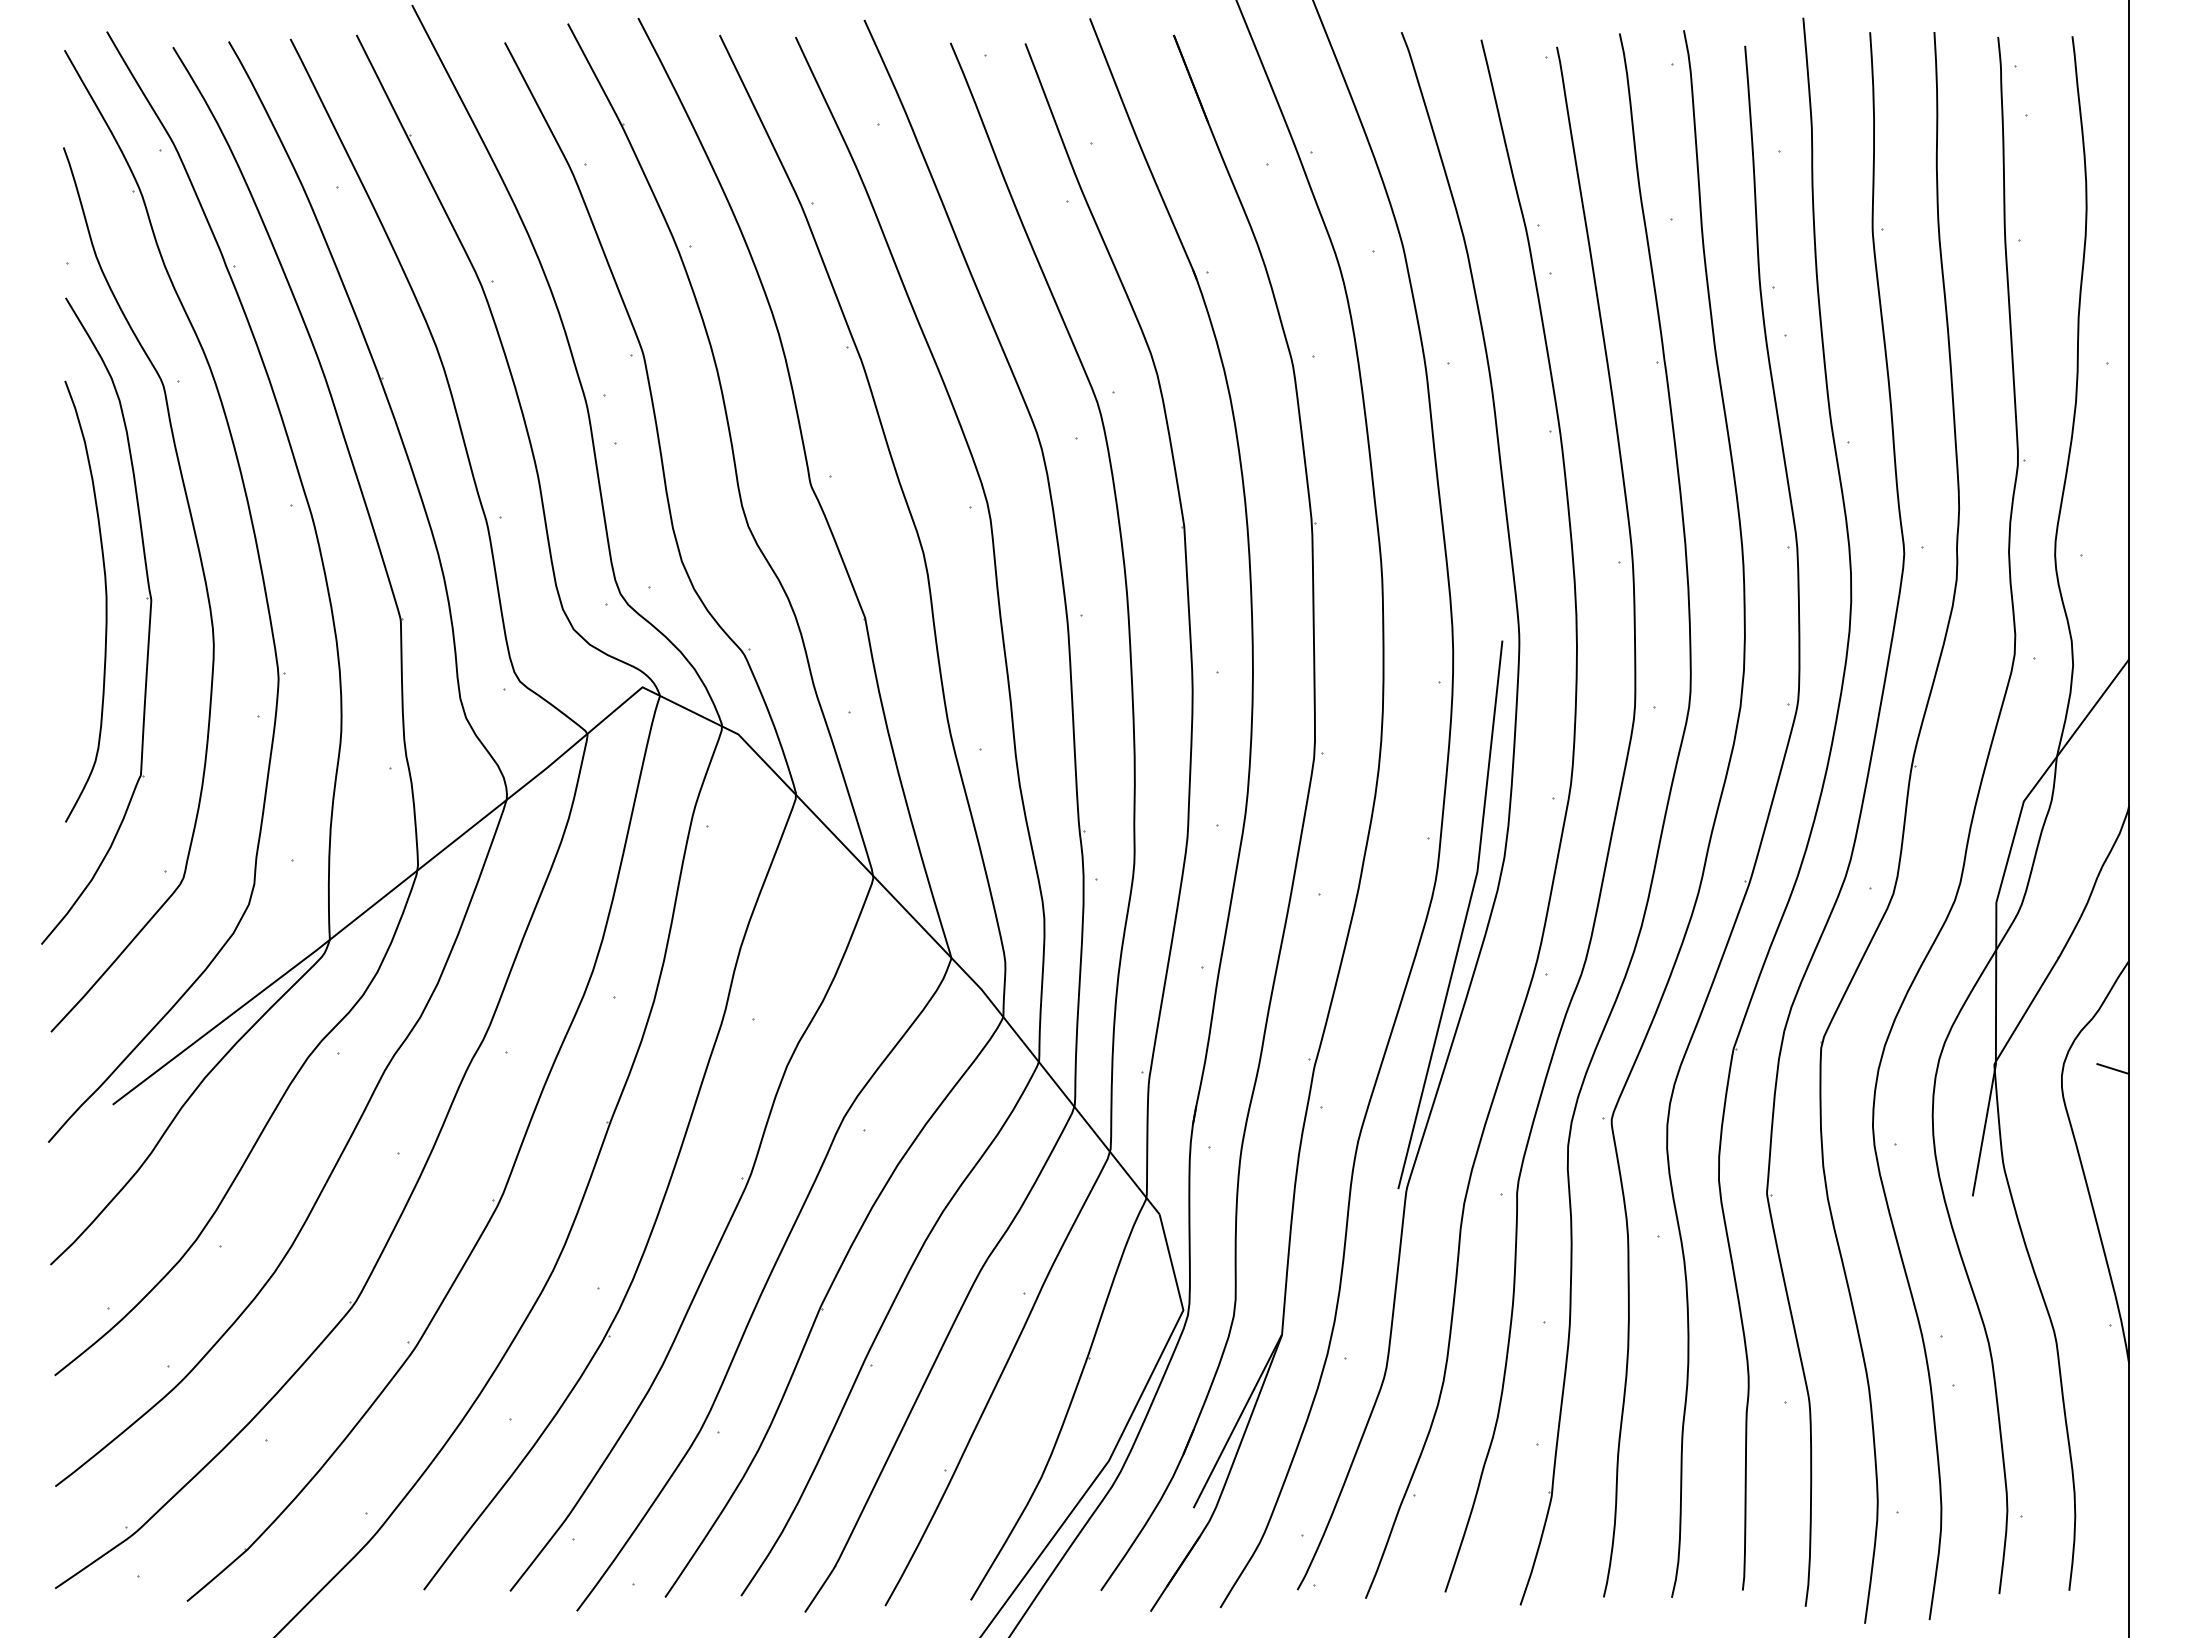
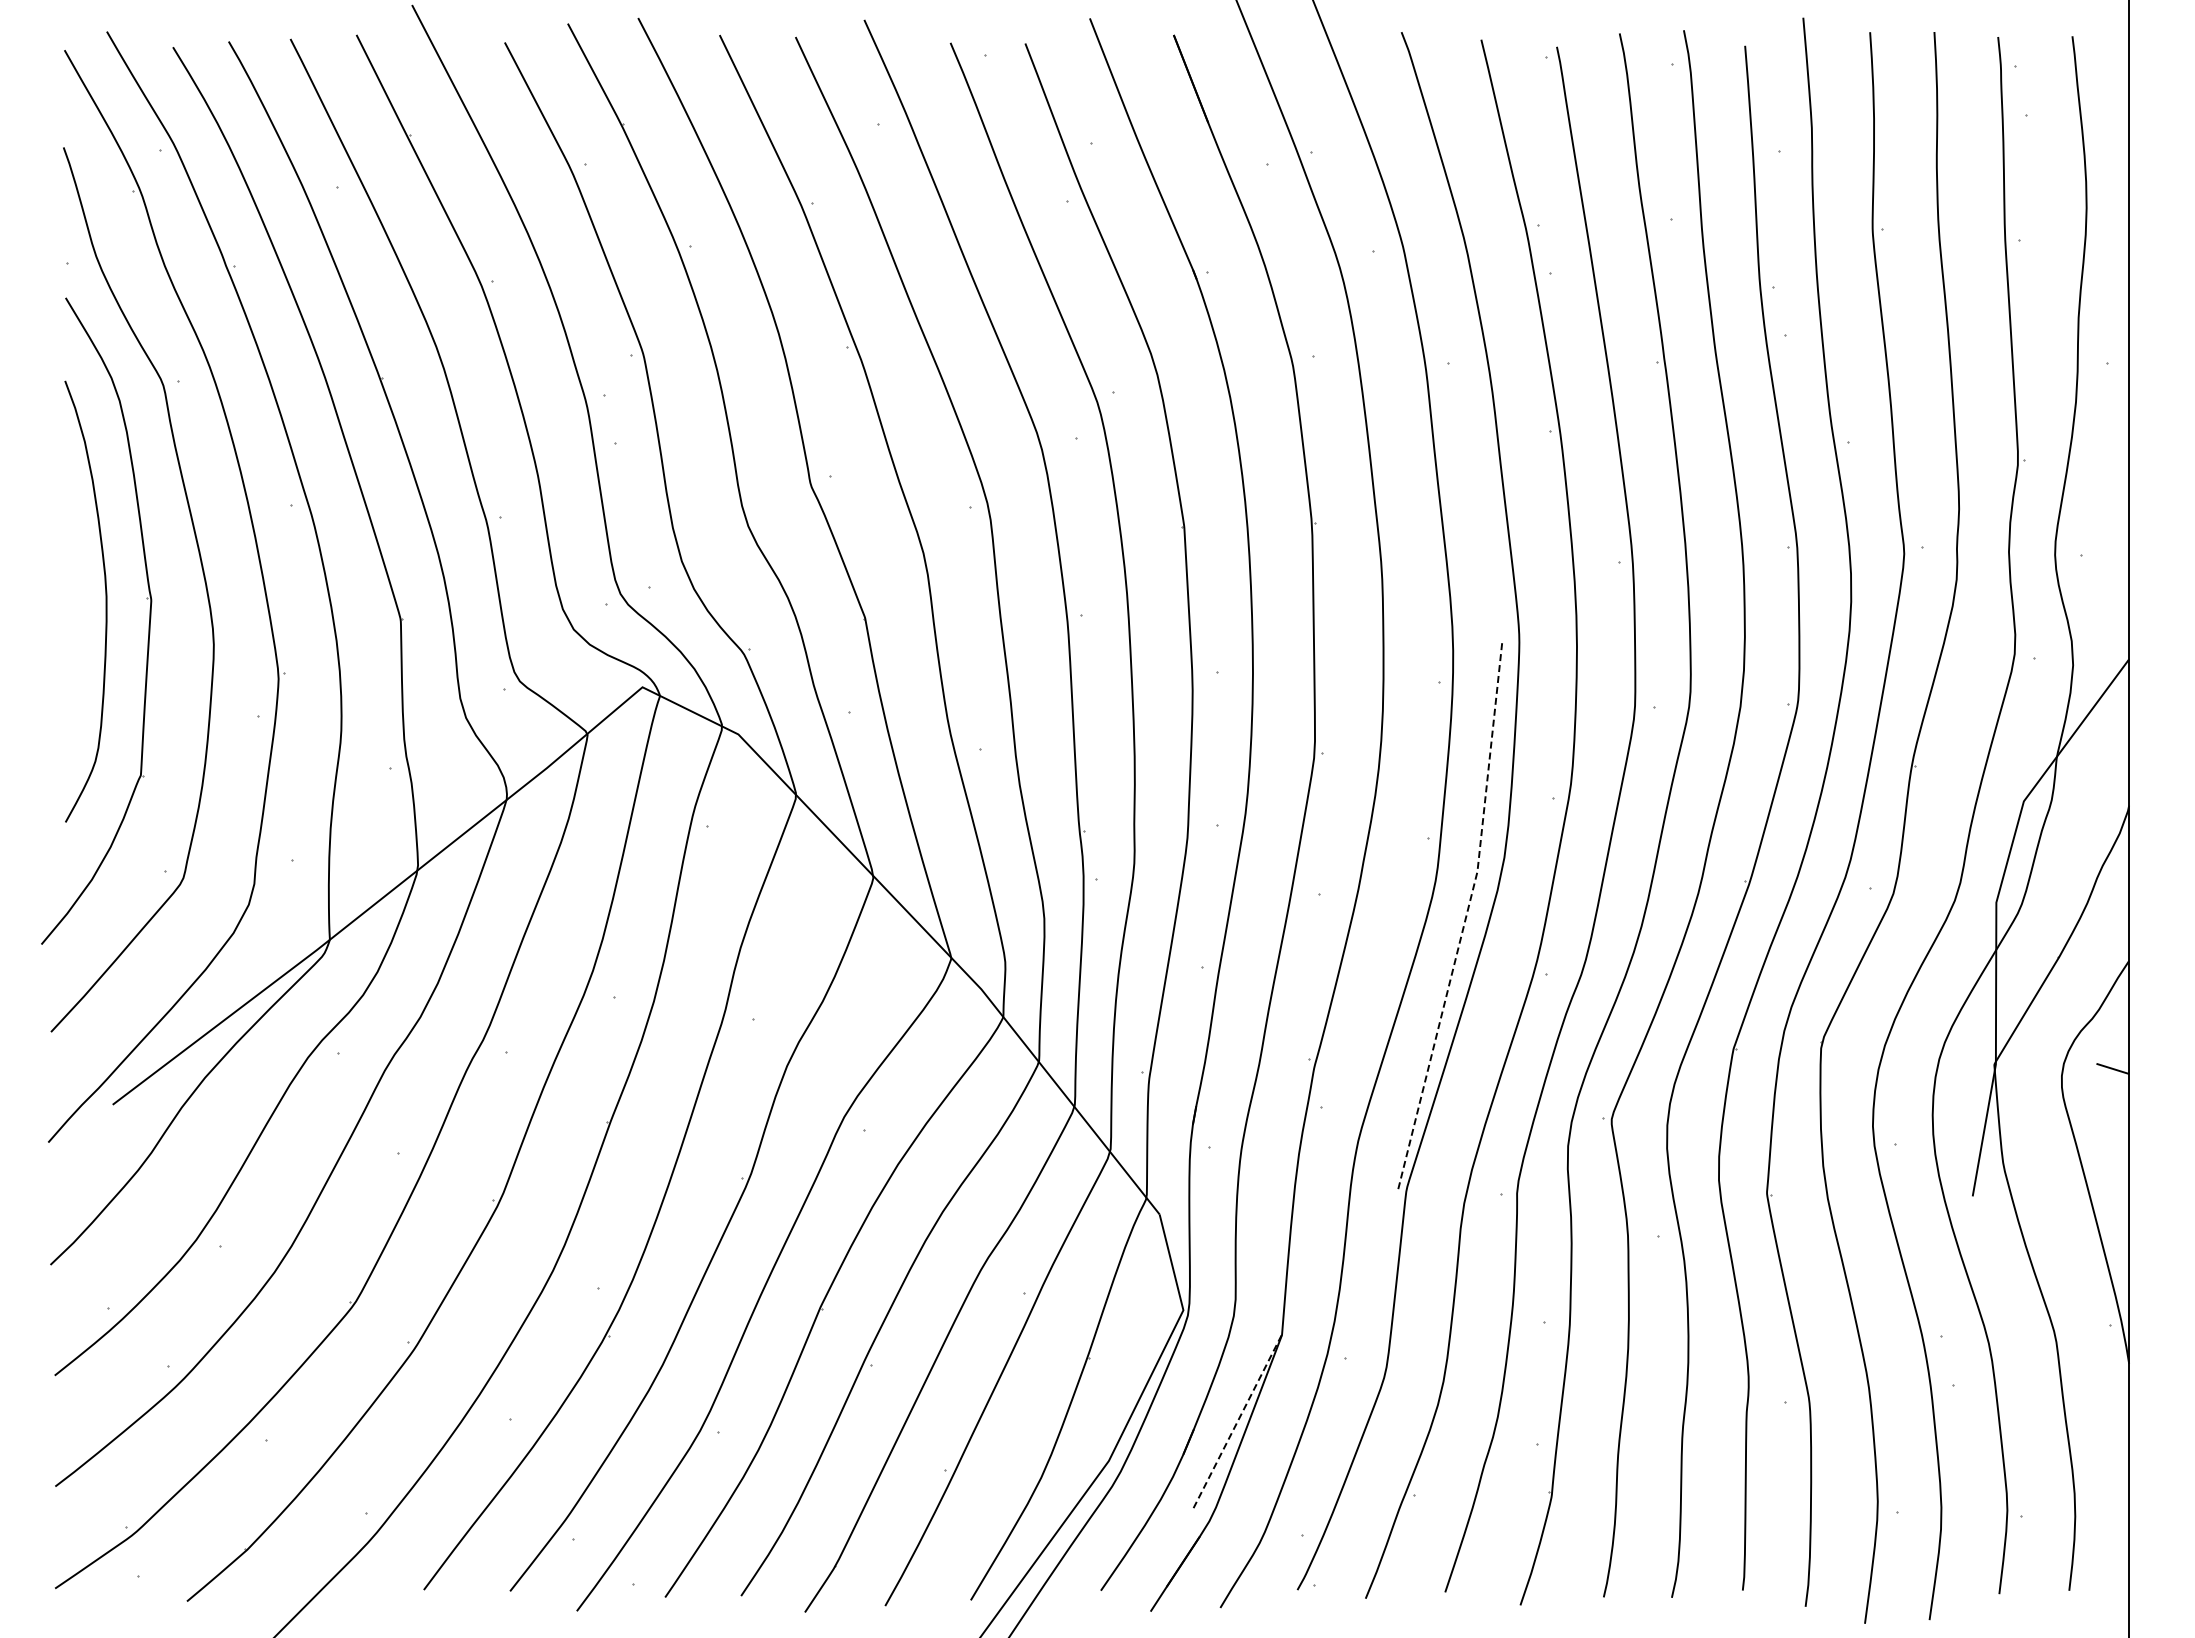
line at (1466, 917): solid -> dashed
line at (1237, 1421): solid -> dashed
